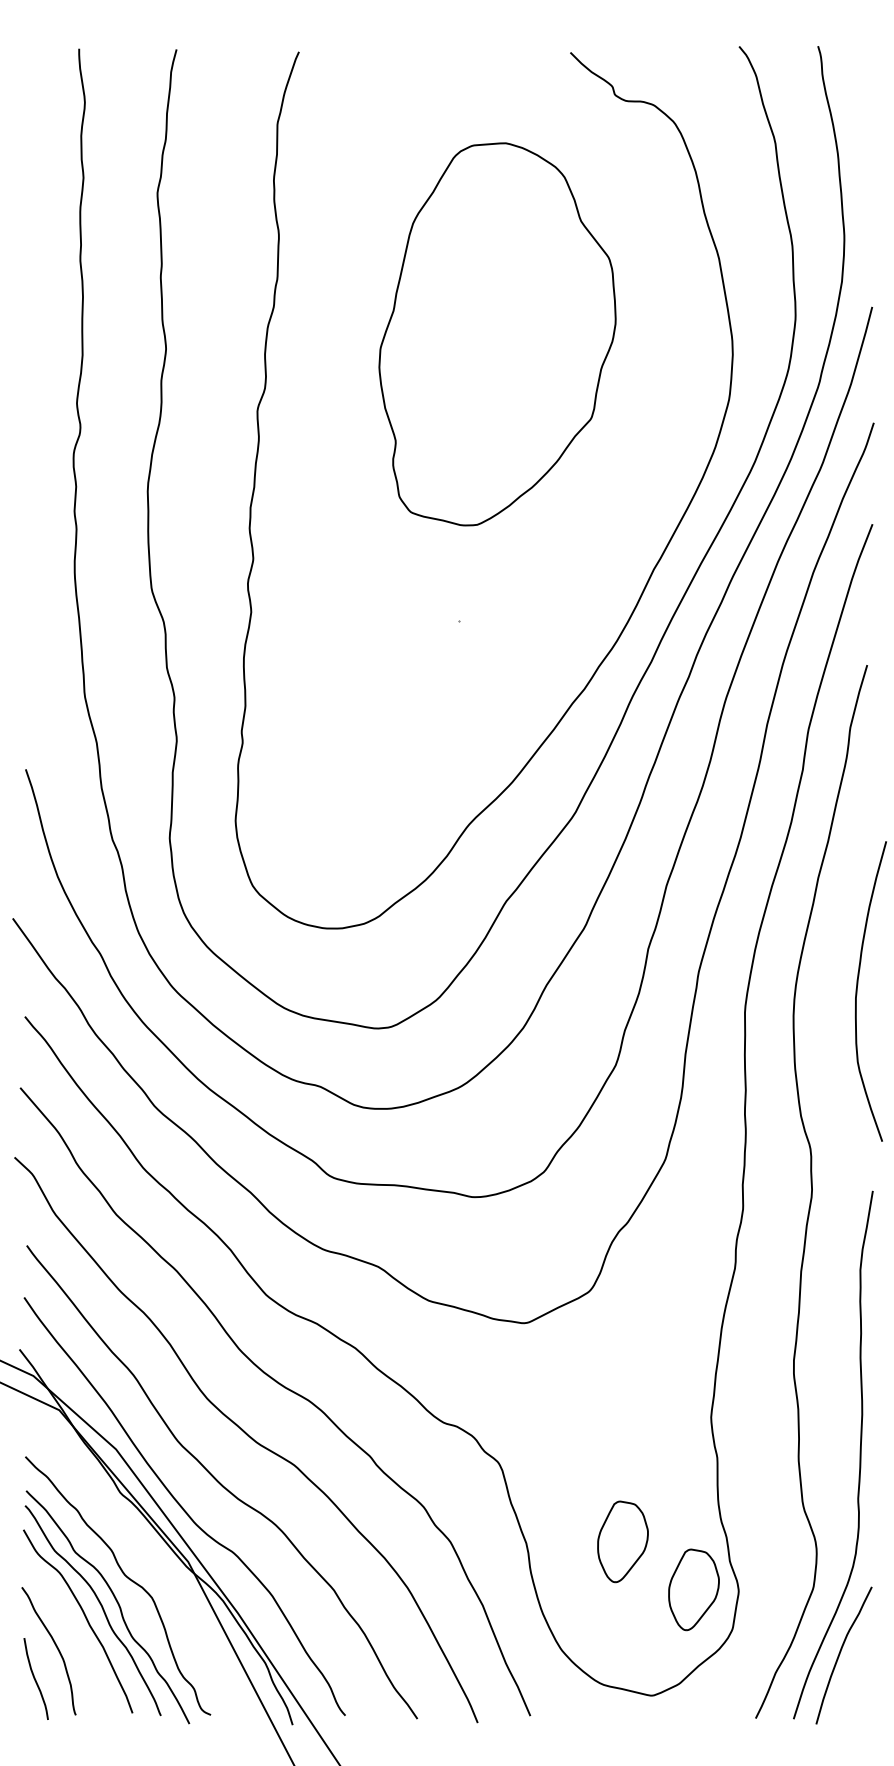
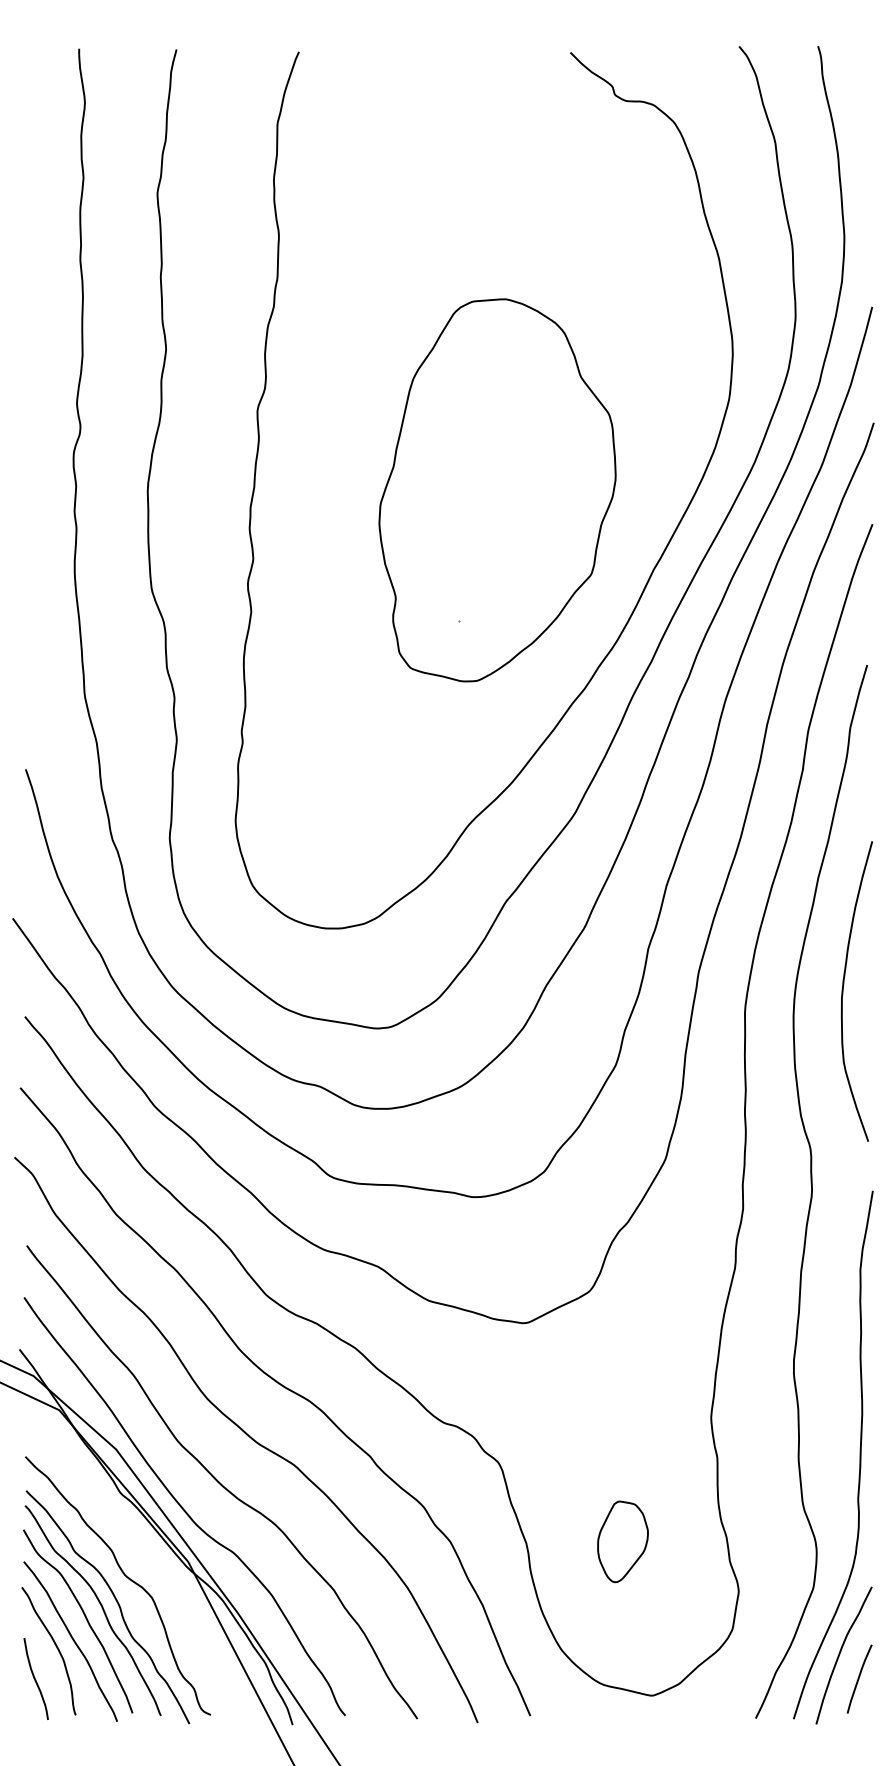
part at (497, 334) position: (497, 334) -> (497, 490)
curve at (857, 991) position: (857, 991) -> (843, 991)
part at (693, 1589): present -> none
curve at (72, 1640): none -> present
line at (859, 1678): none -> present
